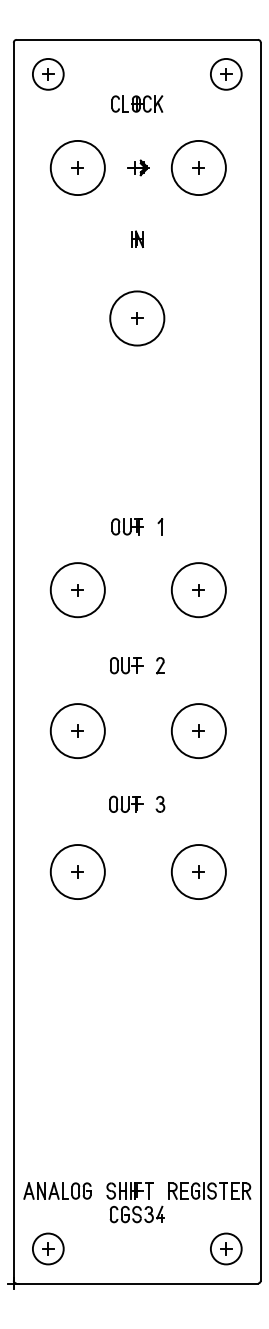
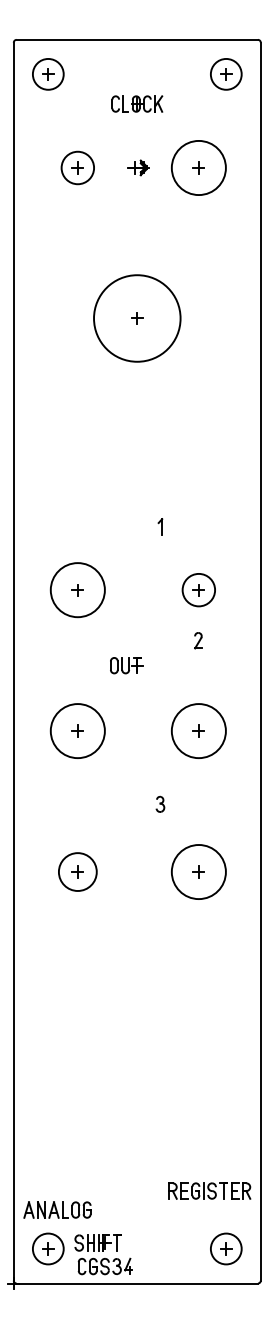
circle at (77, 167) diameter: 54 px -> 32 px
part at (137, 238): present -> none
circle at (137, 318) diameter: 54 px -> 87 px
part at (127, 526): present -> none
circle at (198, 590) diameter: 54 px -> 32 px
part at (160, 665) position: (160, 665) -> (198, 640)
part at (126, 803): present -> none
circle at (77, 872) diameter: 54 px -> 38 px
part at (57, 1190) position: (57, 1190) -> (57, 1209)
part at (135, 1202) position: (135, 1202) -> (103, 1254)
